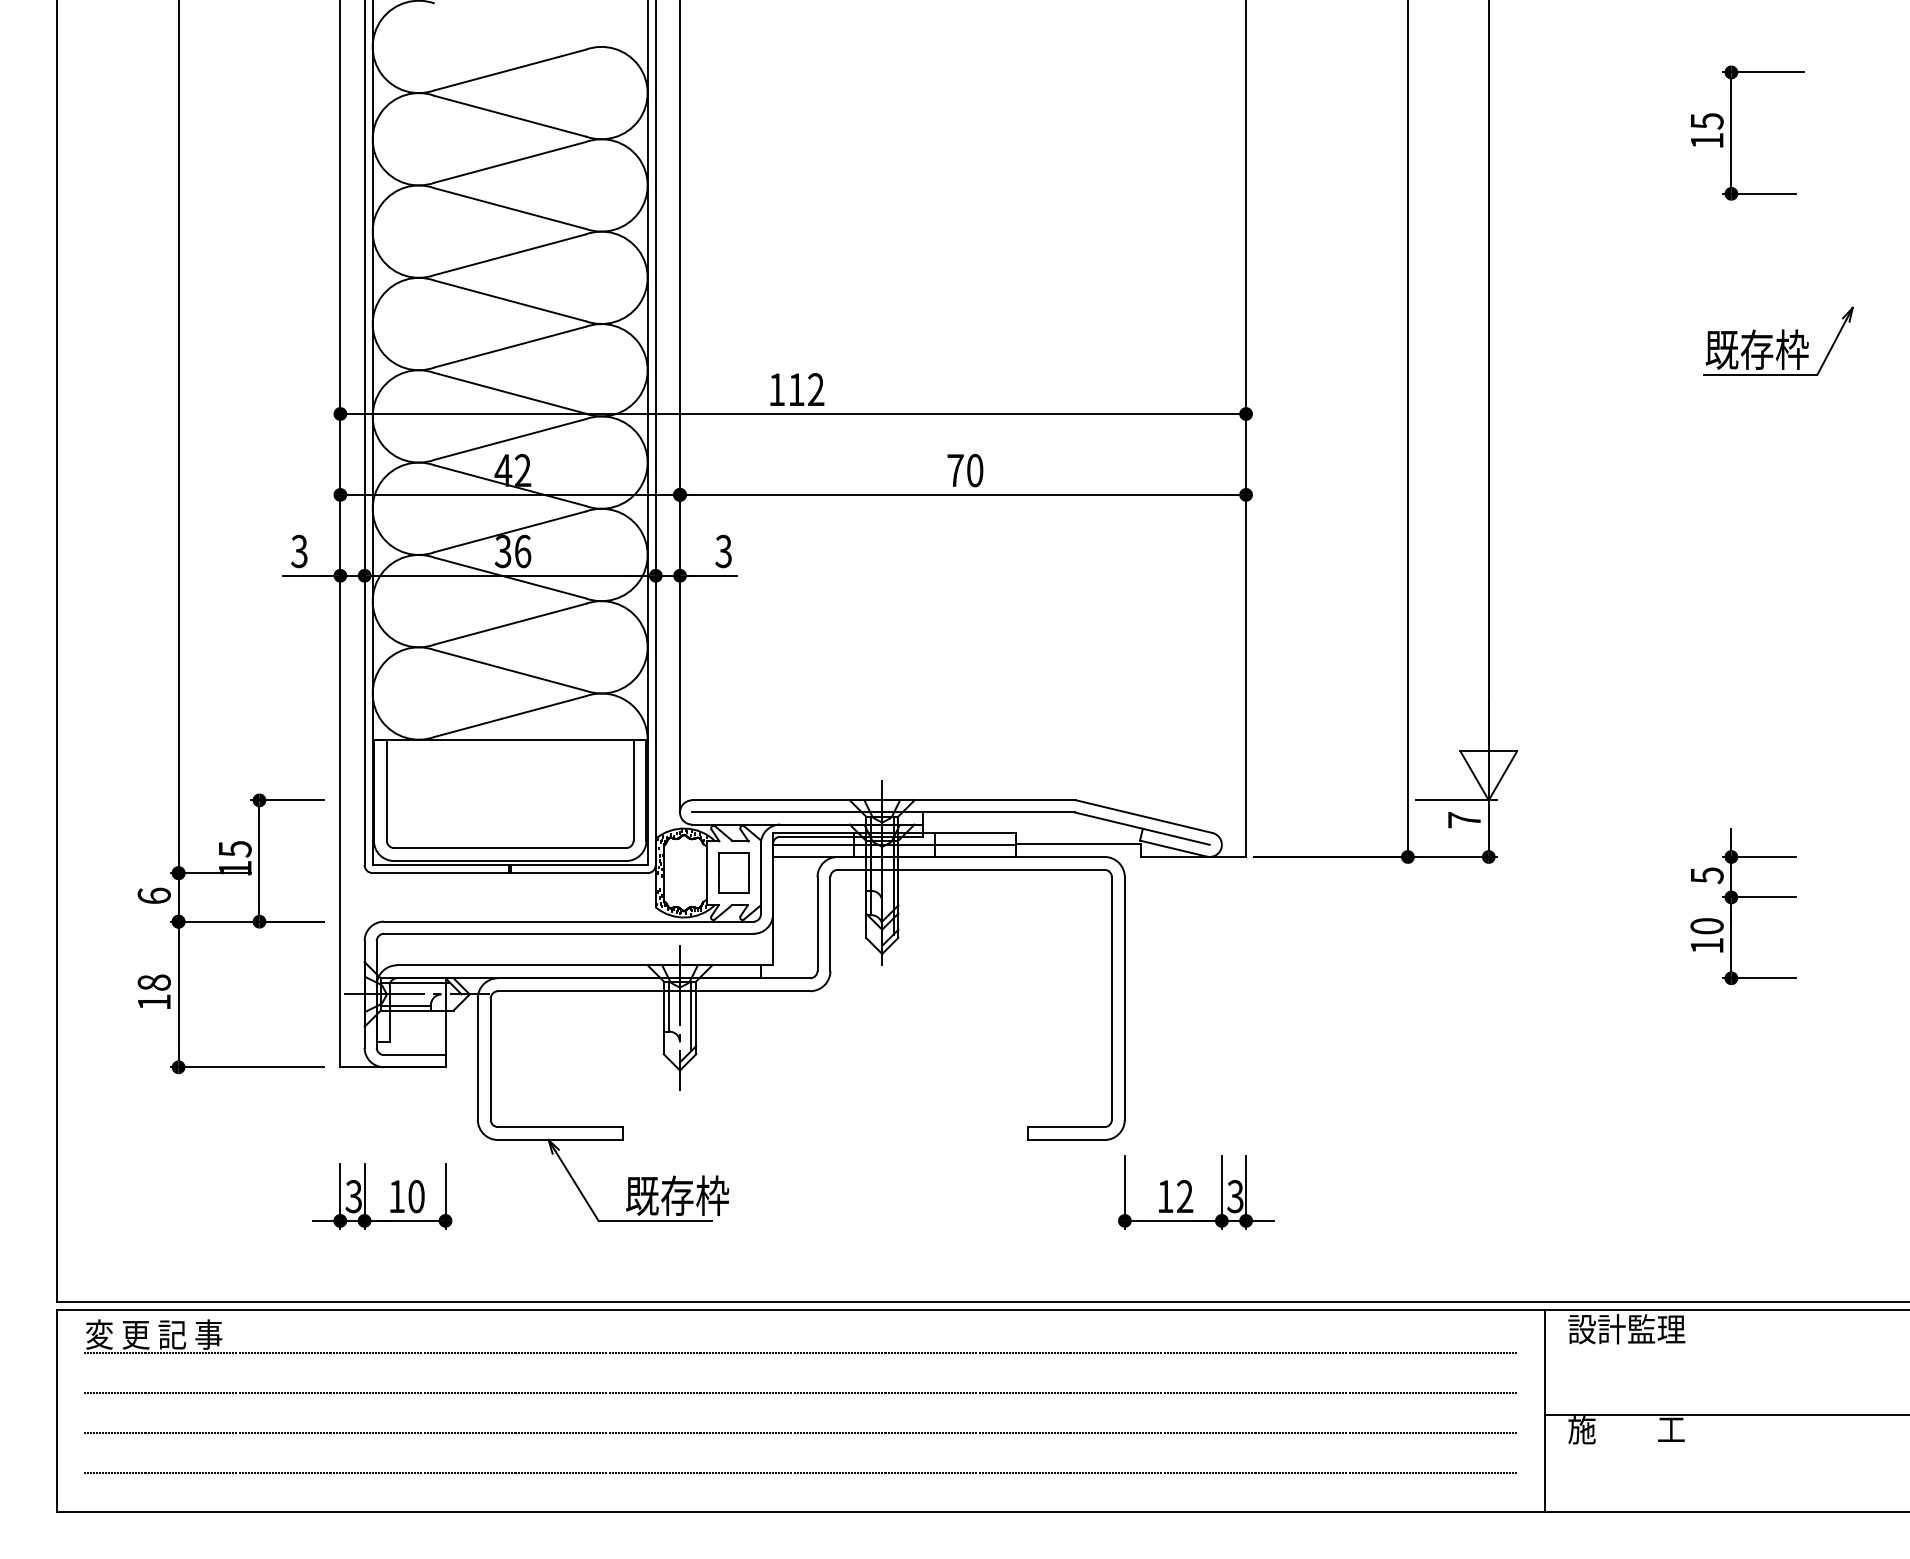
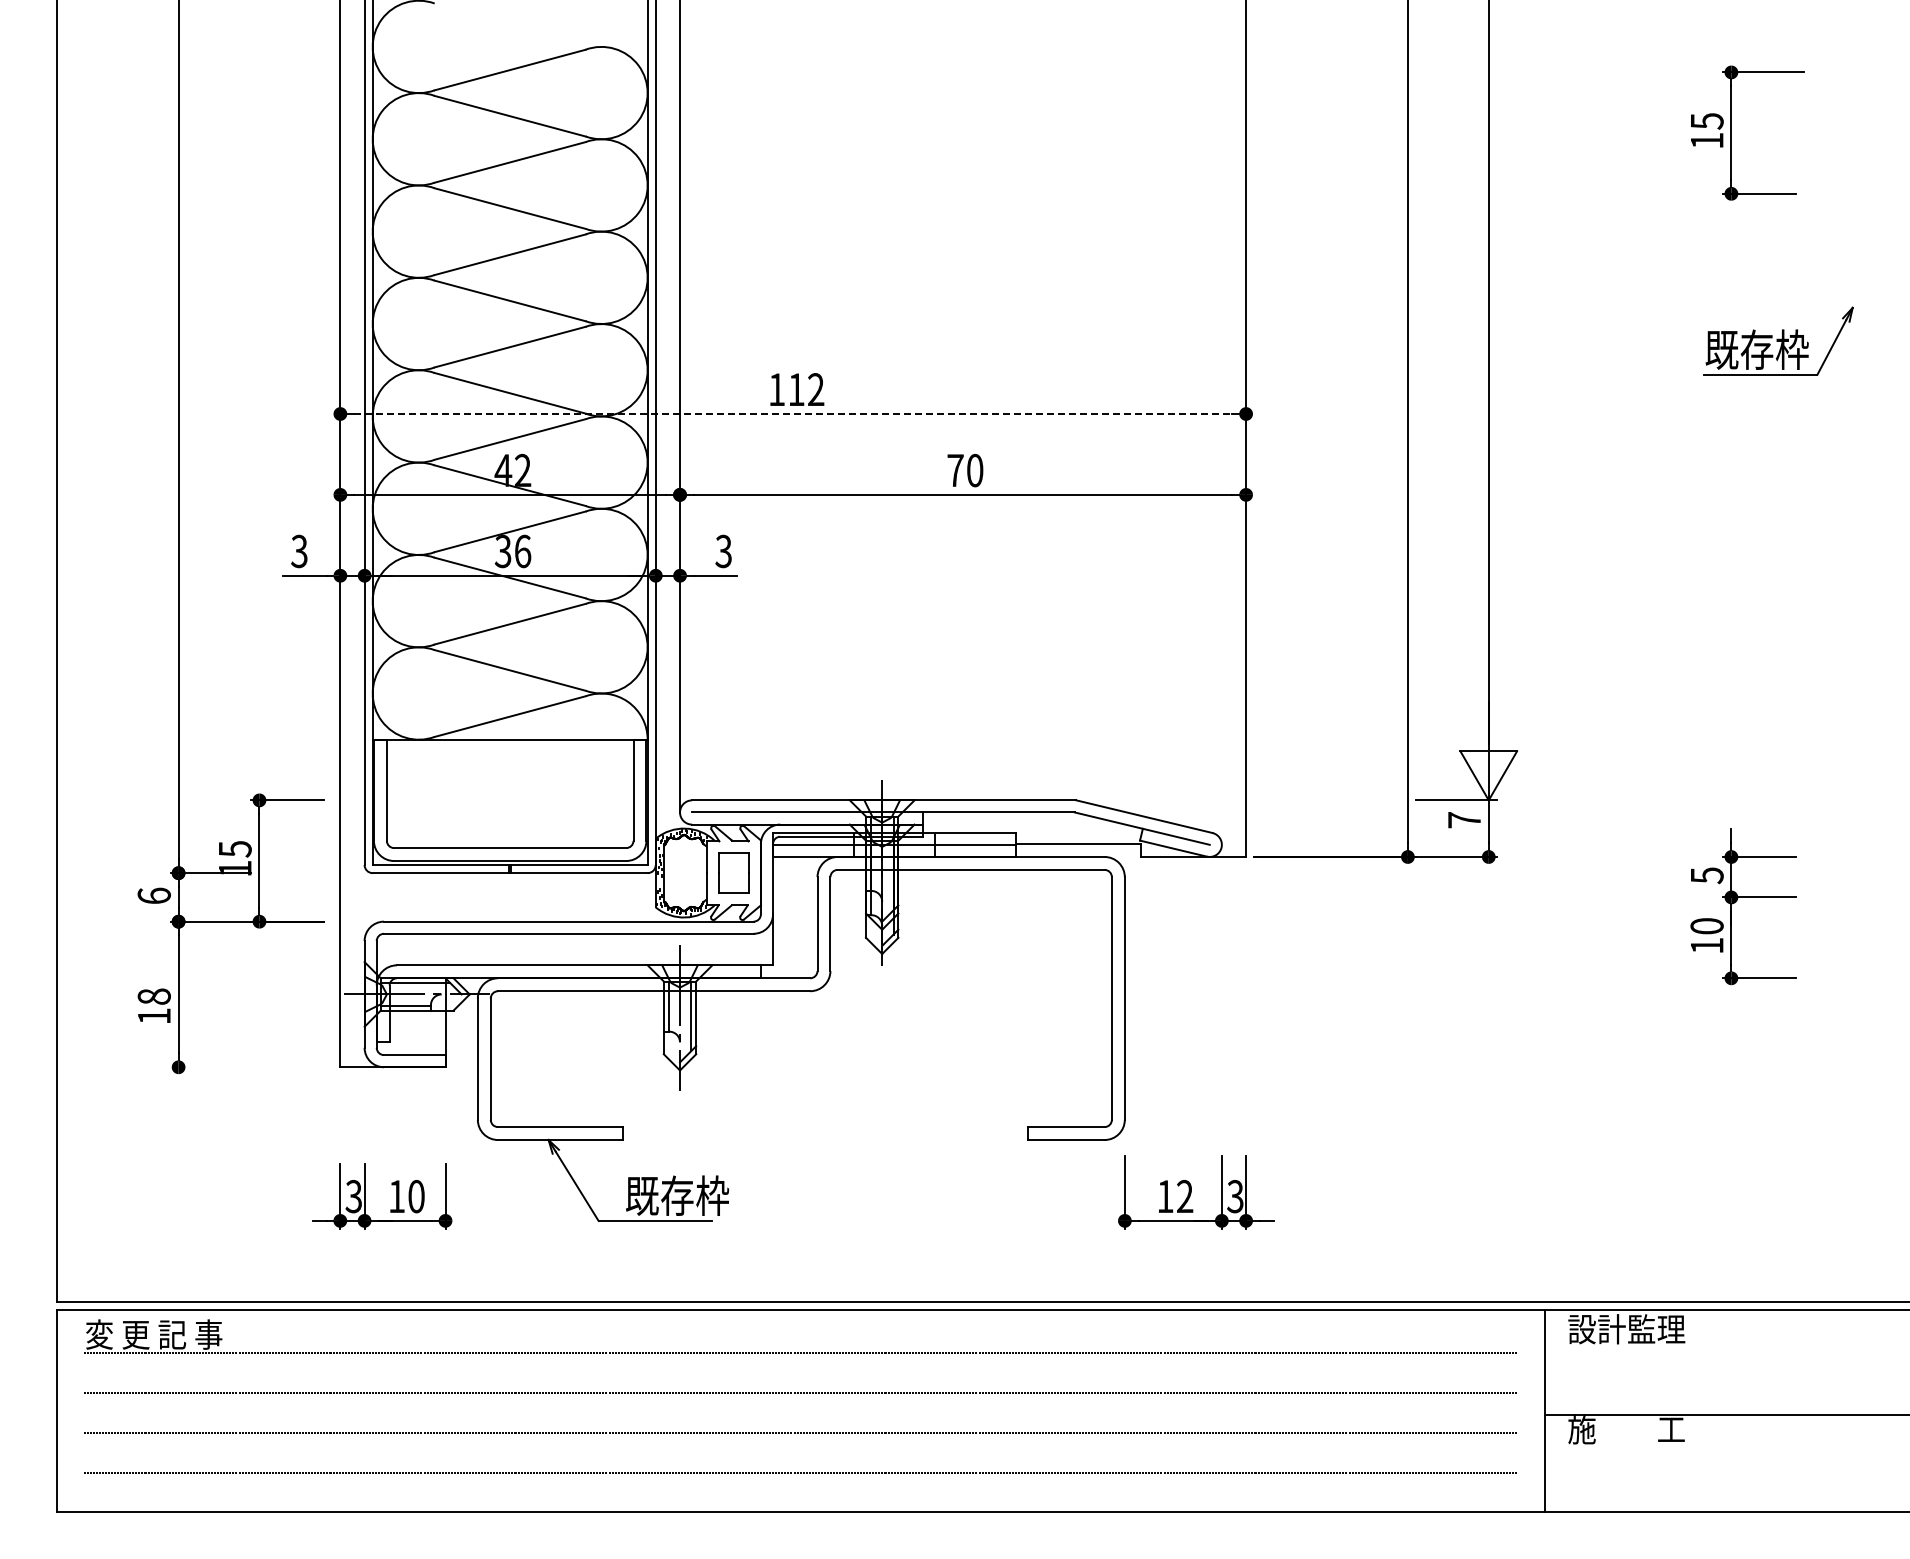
line at (793, 414): solid -> dashed
text at (153, 991) position: (153, 991) -> (153, 1005)
line at (247, 1067): present -> none
